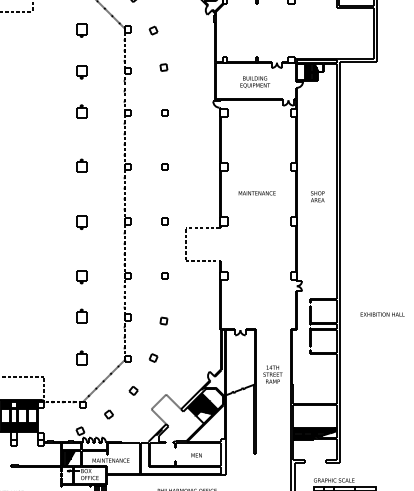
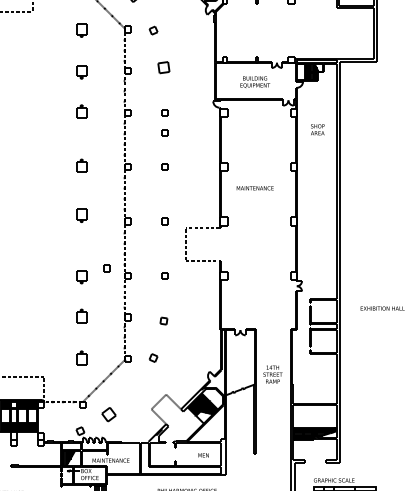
part at (163, 67) size: 10x9 px -> 14x14 px
part at (164, 132): none -> present
text at (256, 193) position: (256, 193) -> (254, 188)
text at (317, 196) position: (317, 196) -> (317, 129)
part at (81, 222) position: (81, 222) -> (81, 215)
part at (106, 268): none -> present
text at (382, 314) position: (382, 314) -> (382, 308)
part at (133, 390): present -> none
part at (108, 414) size: 10x11 px -> 16x16 px
text at (196, 455) position: (196, 455) -> (203, 455)
